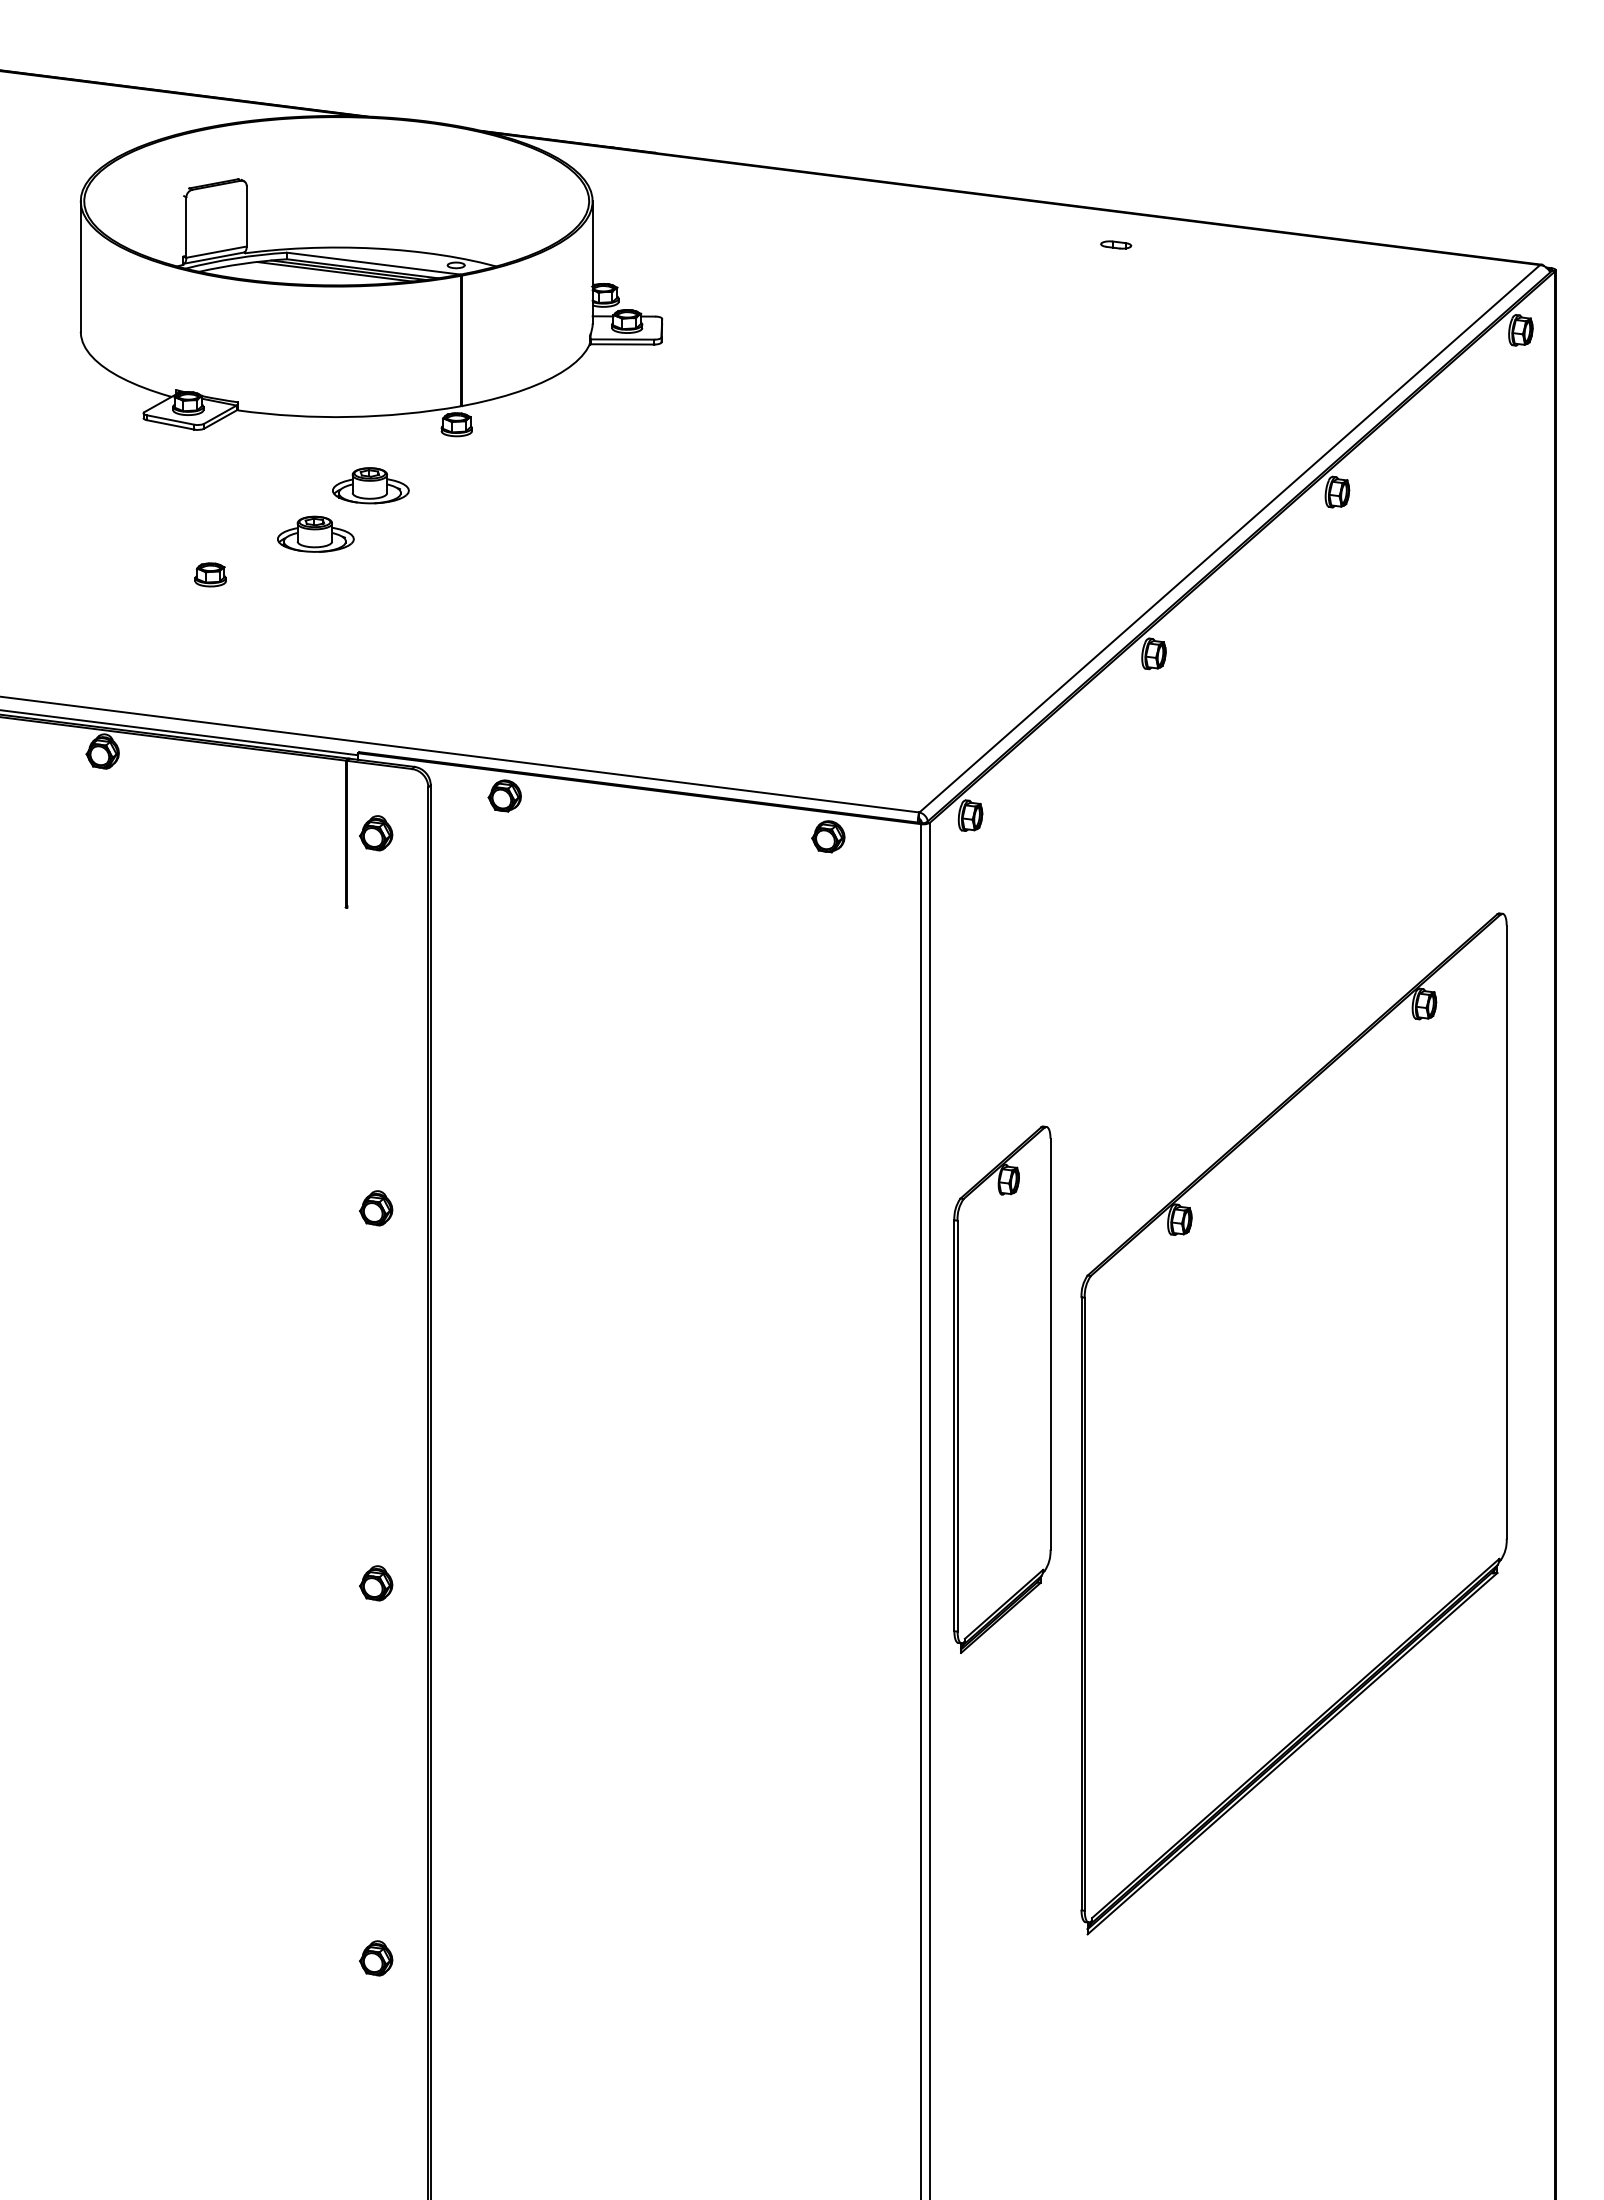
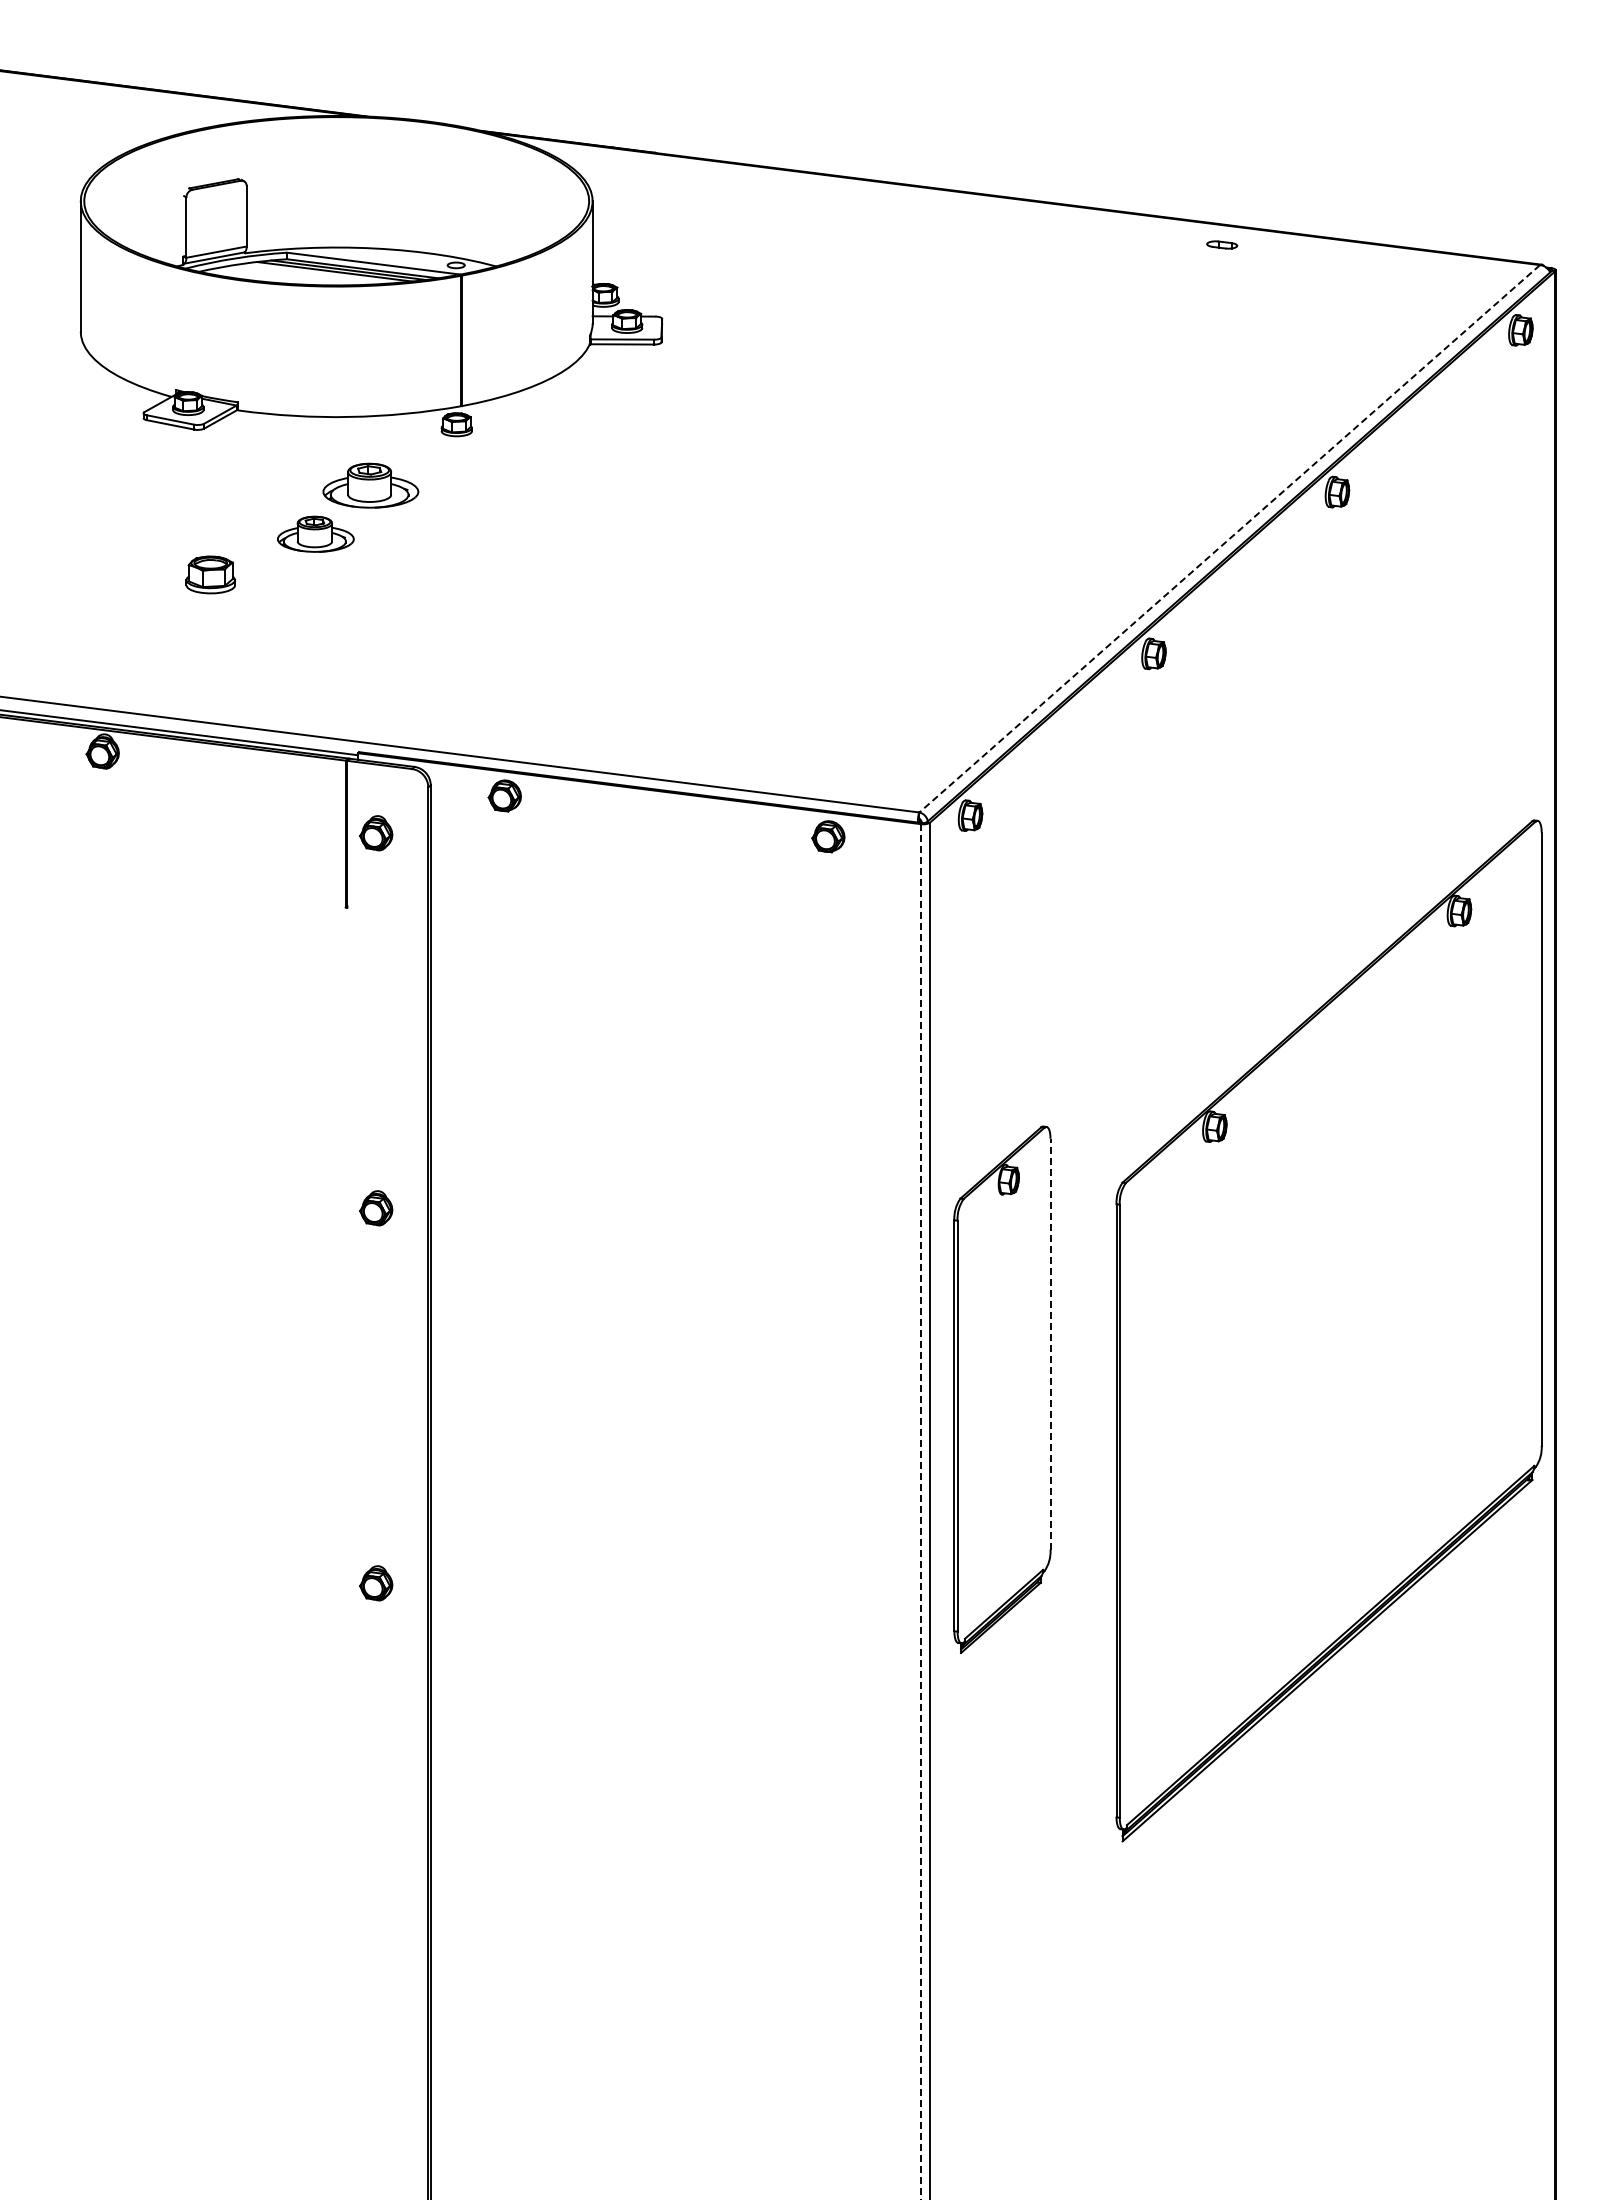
part at (1116, 244) position: (1116, 244) -> (1222, 244)
part at (370, 485) size: 78x38 px -> 98x47 px
line at (1229, 538): solid -> dashed
part at (210, 574) size: 33x26 px -> 51x40 px
line at (1050, 1343): solid -> dashed
part at (1293, 1423) position: (1293, 1423) -> (1328, 1330)
line at (920, 1512): solid -> dashed
part at (376, 1958): present -> none
